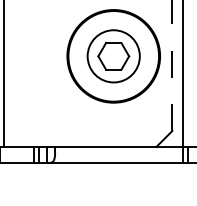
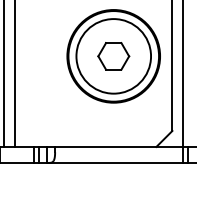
circle at (113, 56) diameter: 52 px -> 75 px
line at (172, 65): dashed -> solid
line at (15, 74): none -> present
